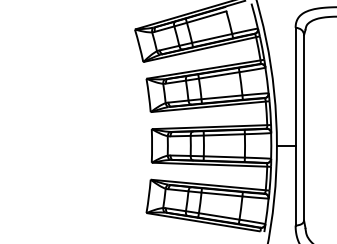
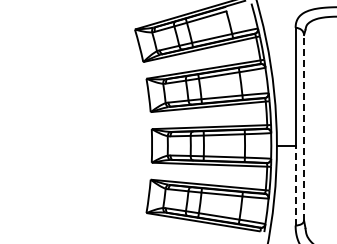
line at (304, 127): solid -> dashed
line at (295, 185): solid -> dashed
